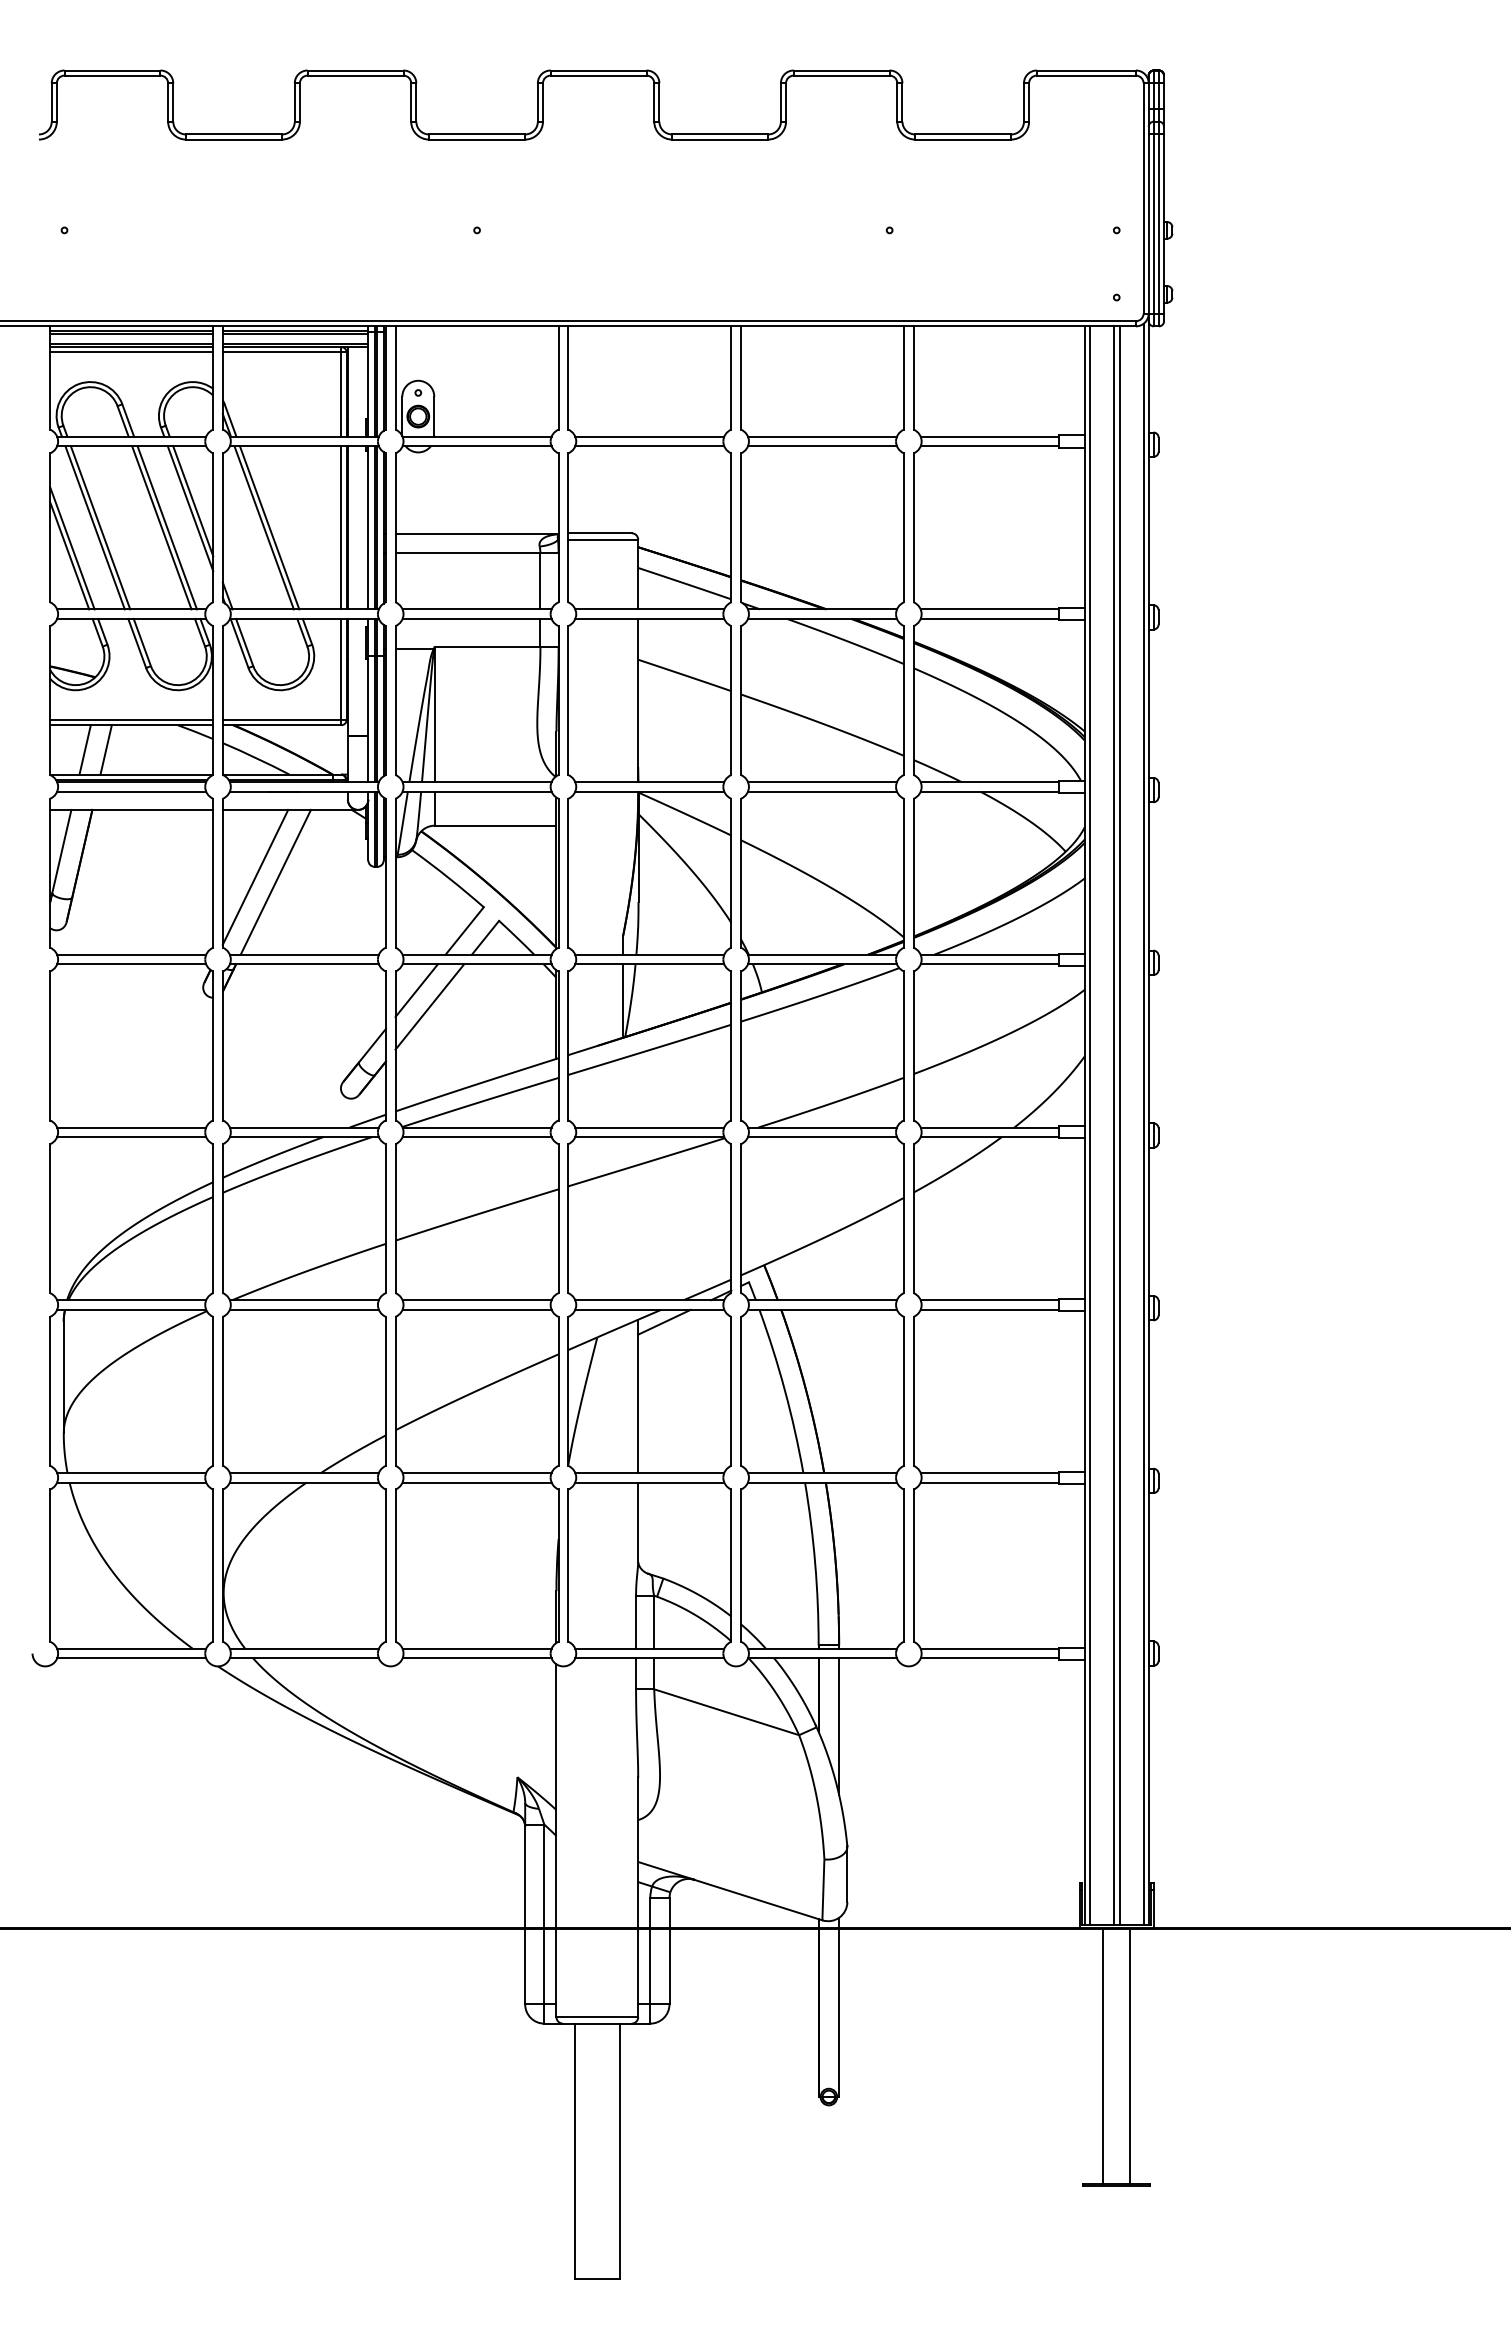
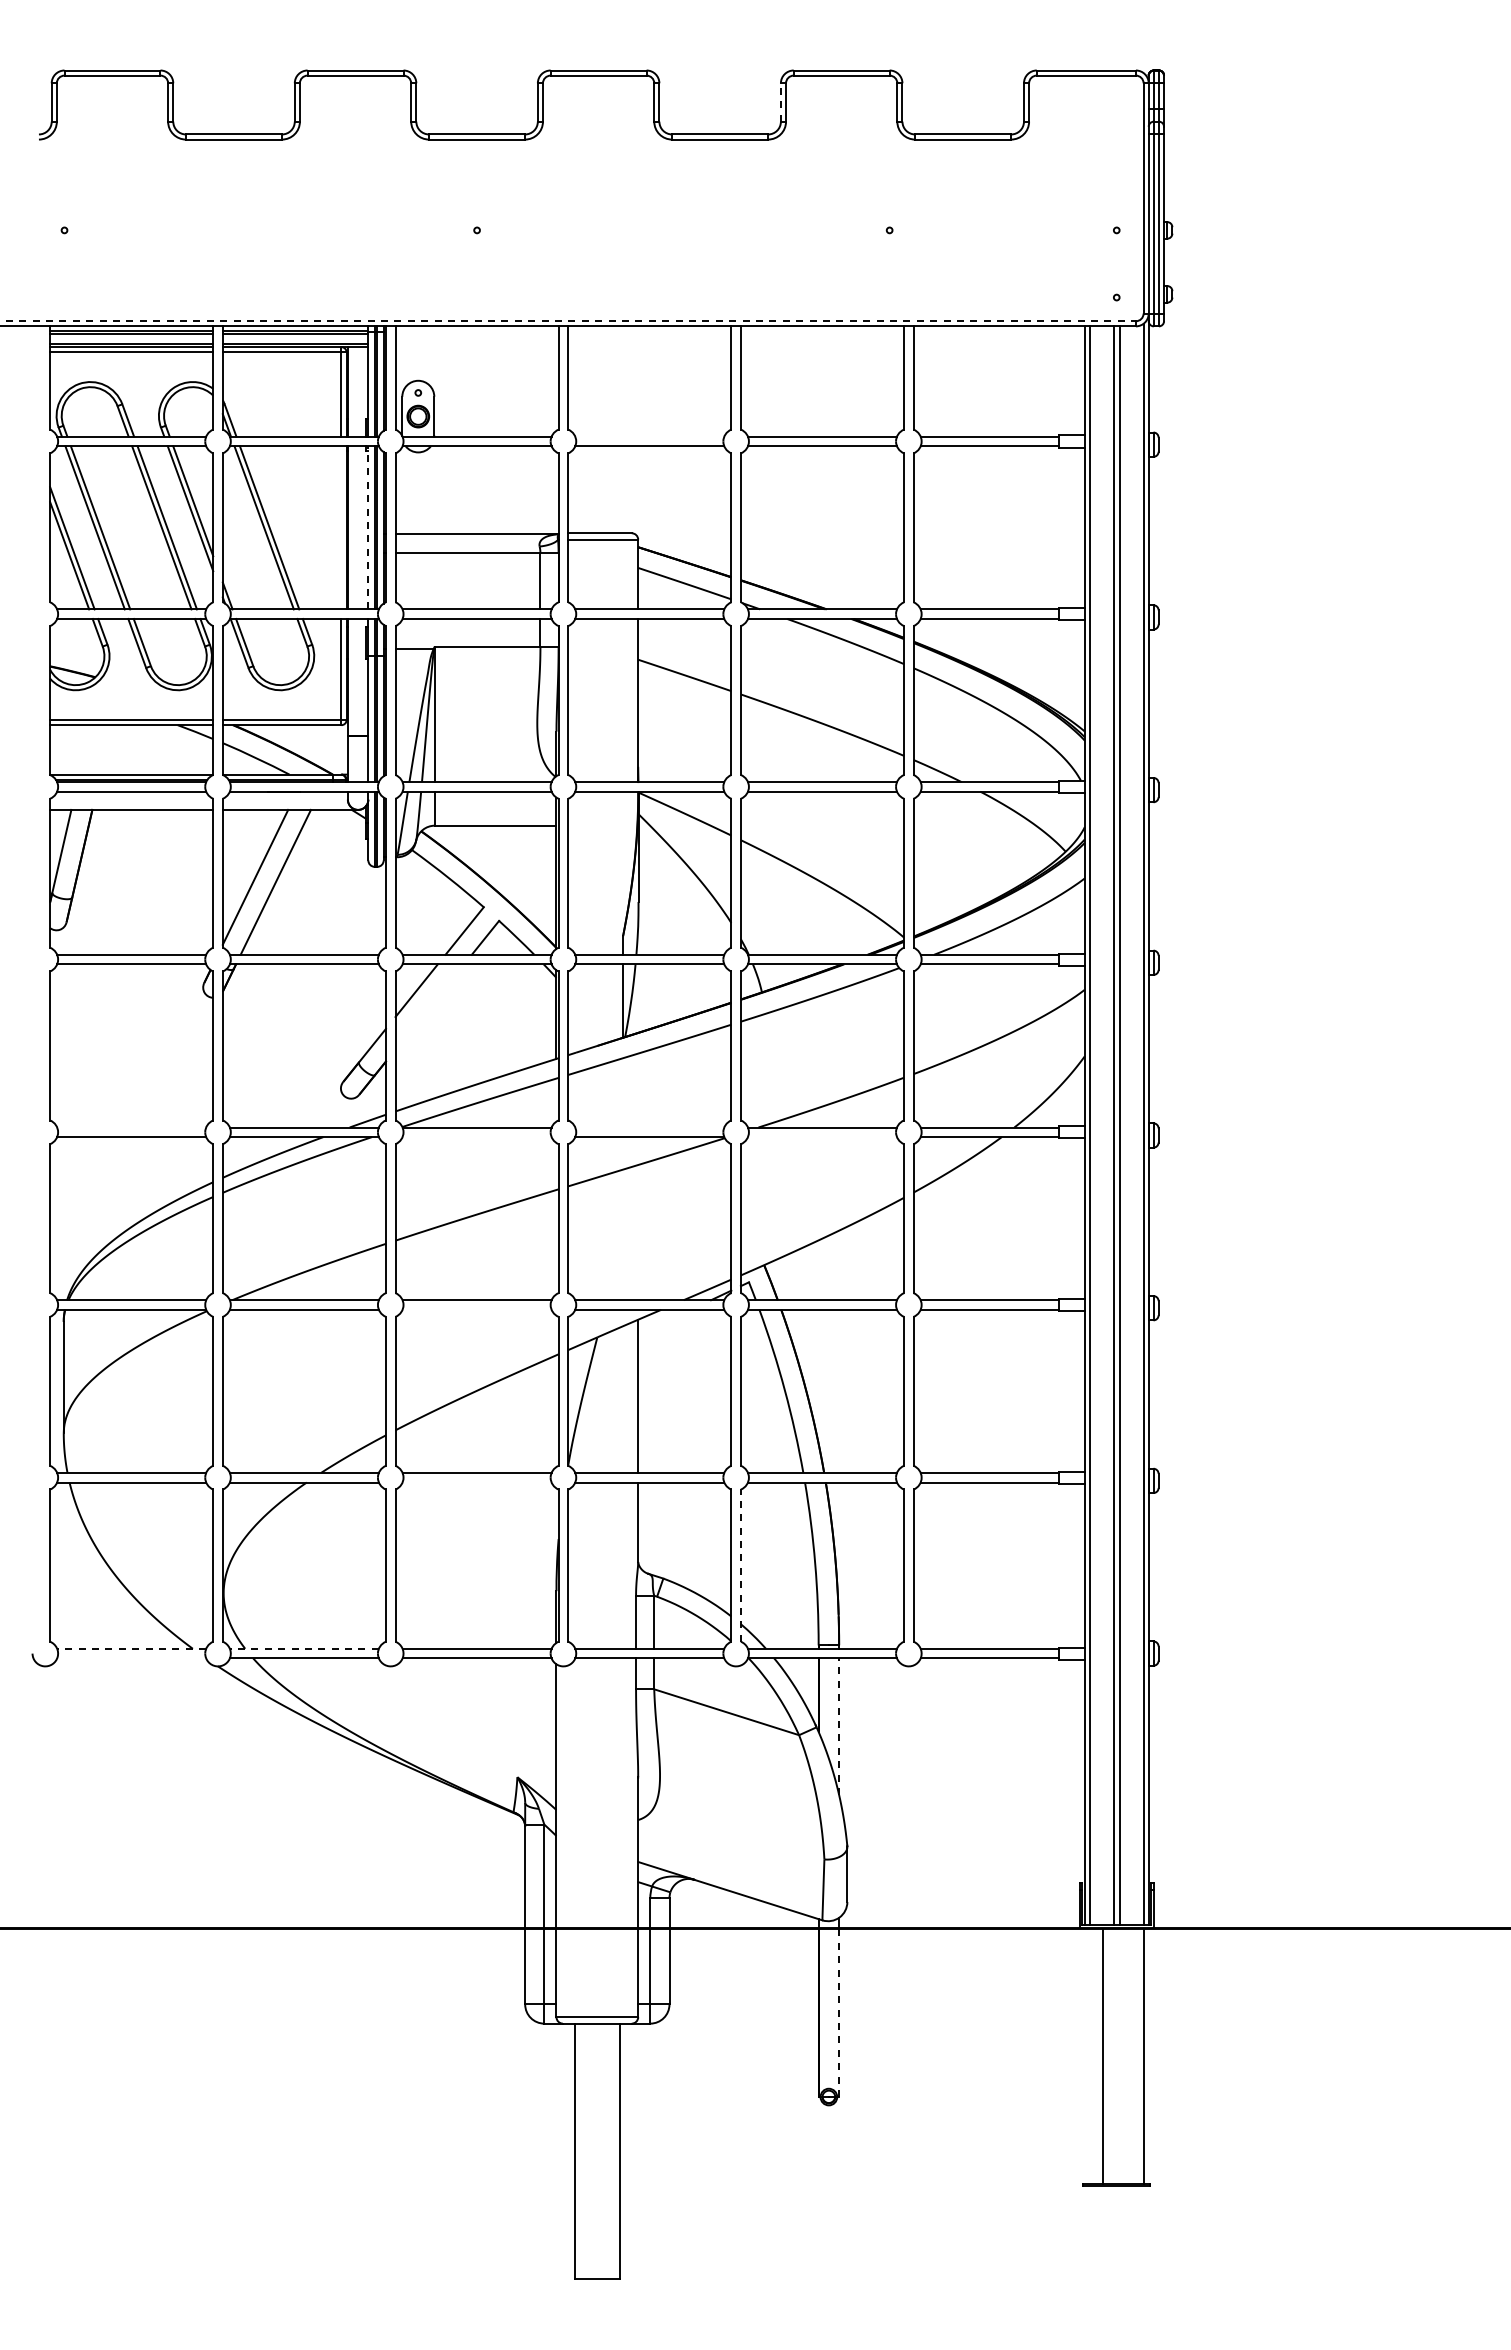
line at (780, 102): solid -> dashed
line at (568, 321): solid -> dashed
line at (649, 436): present -> none
line at (341, 527): present -> none
line at (368, 527): solid -> dashed
line at (84, 749): present -> none
line at (105, 749): present -> none
line at (429, 1006): present -> none
line at (131, 1127): present -> none
line at (649, 1127): present -> none
line at (476, 1137): present -> none
line at (822, 1137): present -> none
line at (476, 1309): present -> none
line at (664, 1321): present -> none
line at (476, 1482): present -> none
line at (740, 1565): solid -> dashed
line at (131, 1648): solid -> dashed
line at (303, 1648): solid -> dashed
line at (131, 1658): present -> none
line at (839, 1726): solid -> dashed
line at (839, 2012): solid -> dashed
line at (1130, 2055) position: (1130, 2055) -> (1144, 2055)
